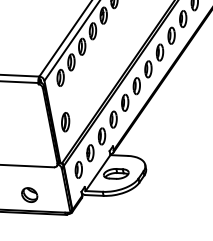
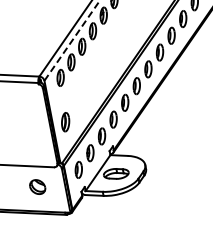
line at (72, 40): solid -> dashed
part at (29, 194) position: (29, 194) -> (37, 186)
